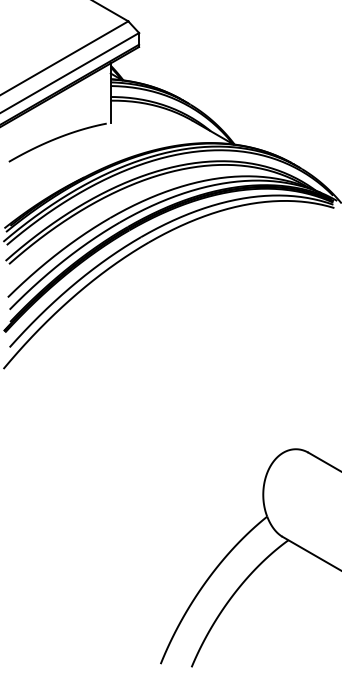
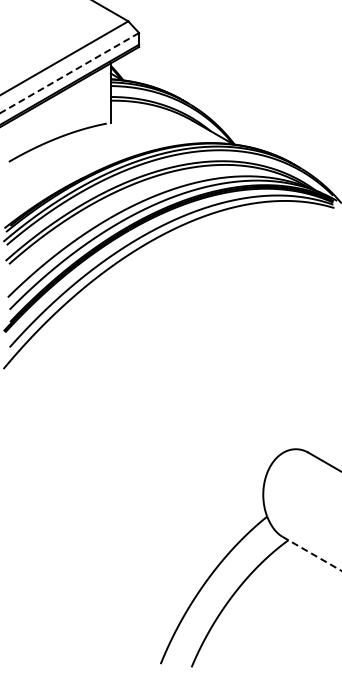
line at (69, 72): solid -> dashed
line at (311, 553): solid -> dashed
